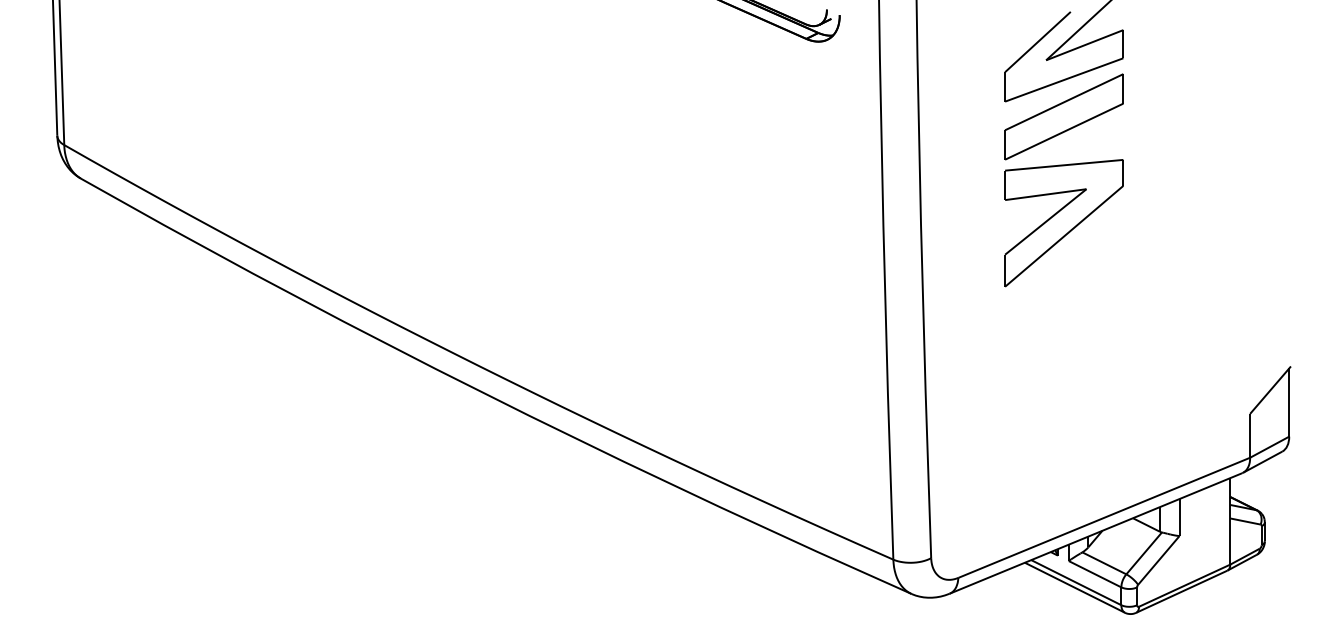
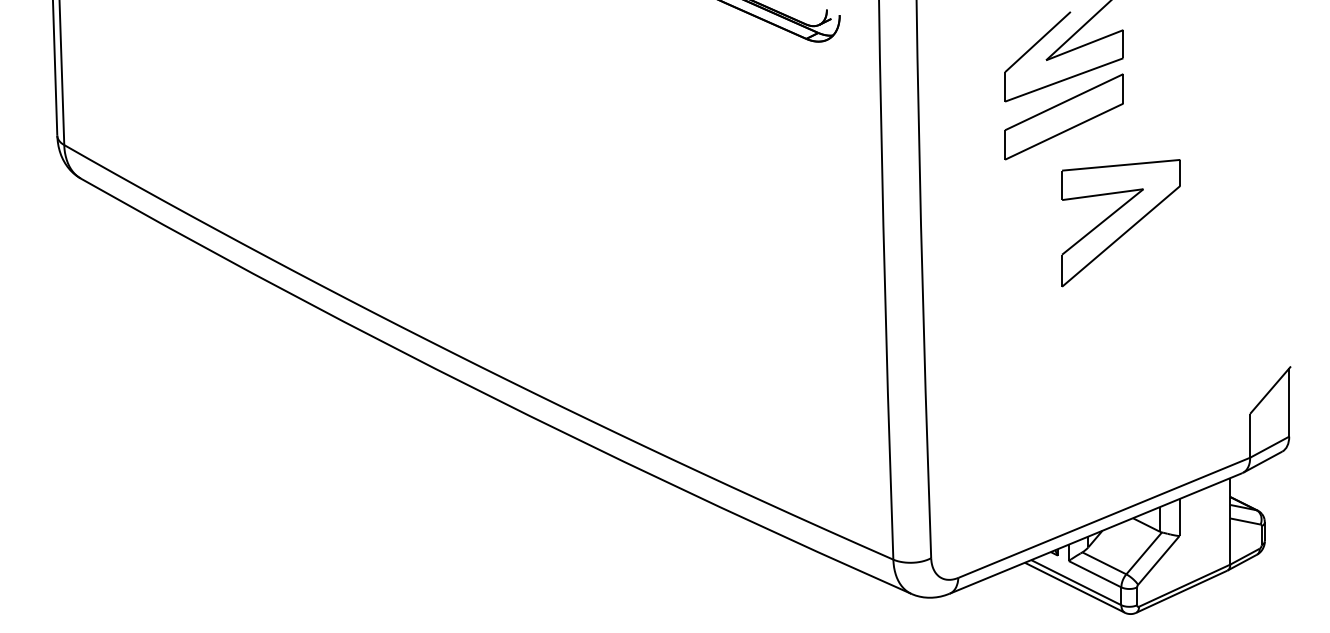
part at (1063, 223) position: (1063, 223) -> (1120, 223)
